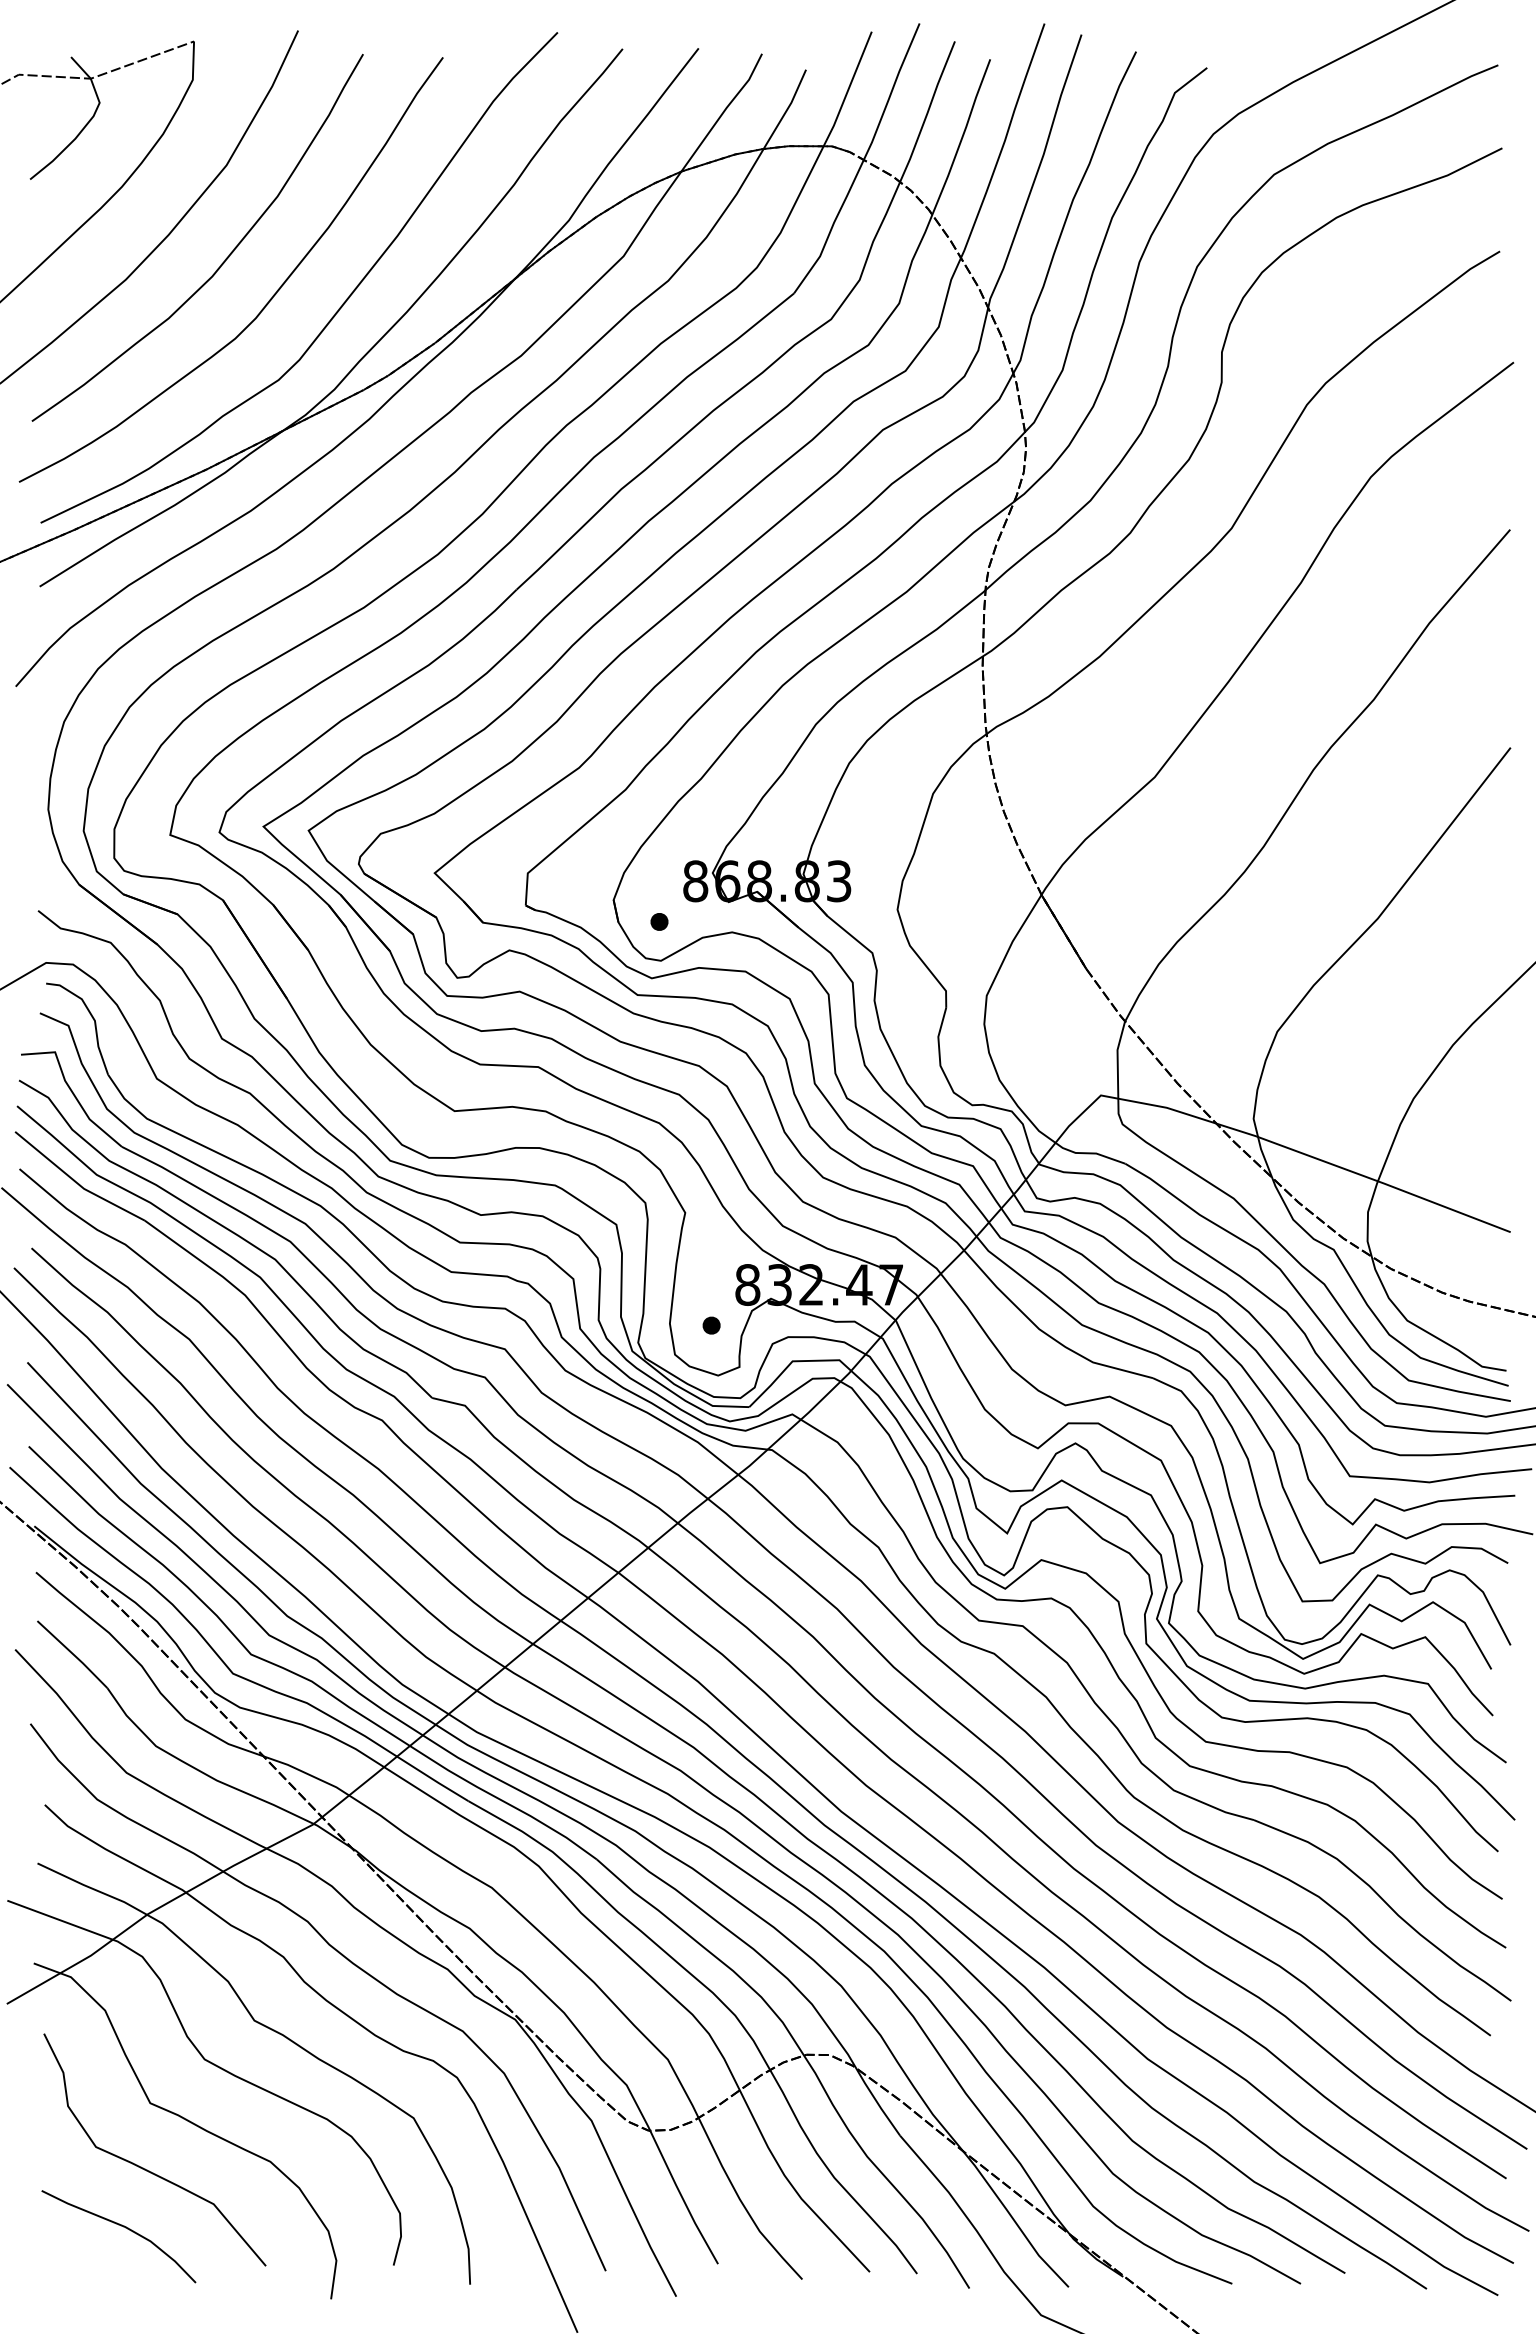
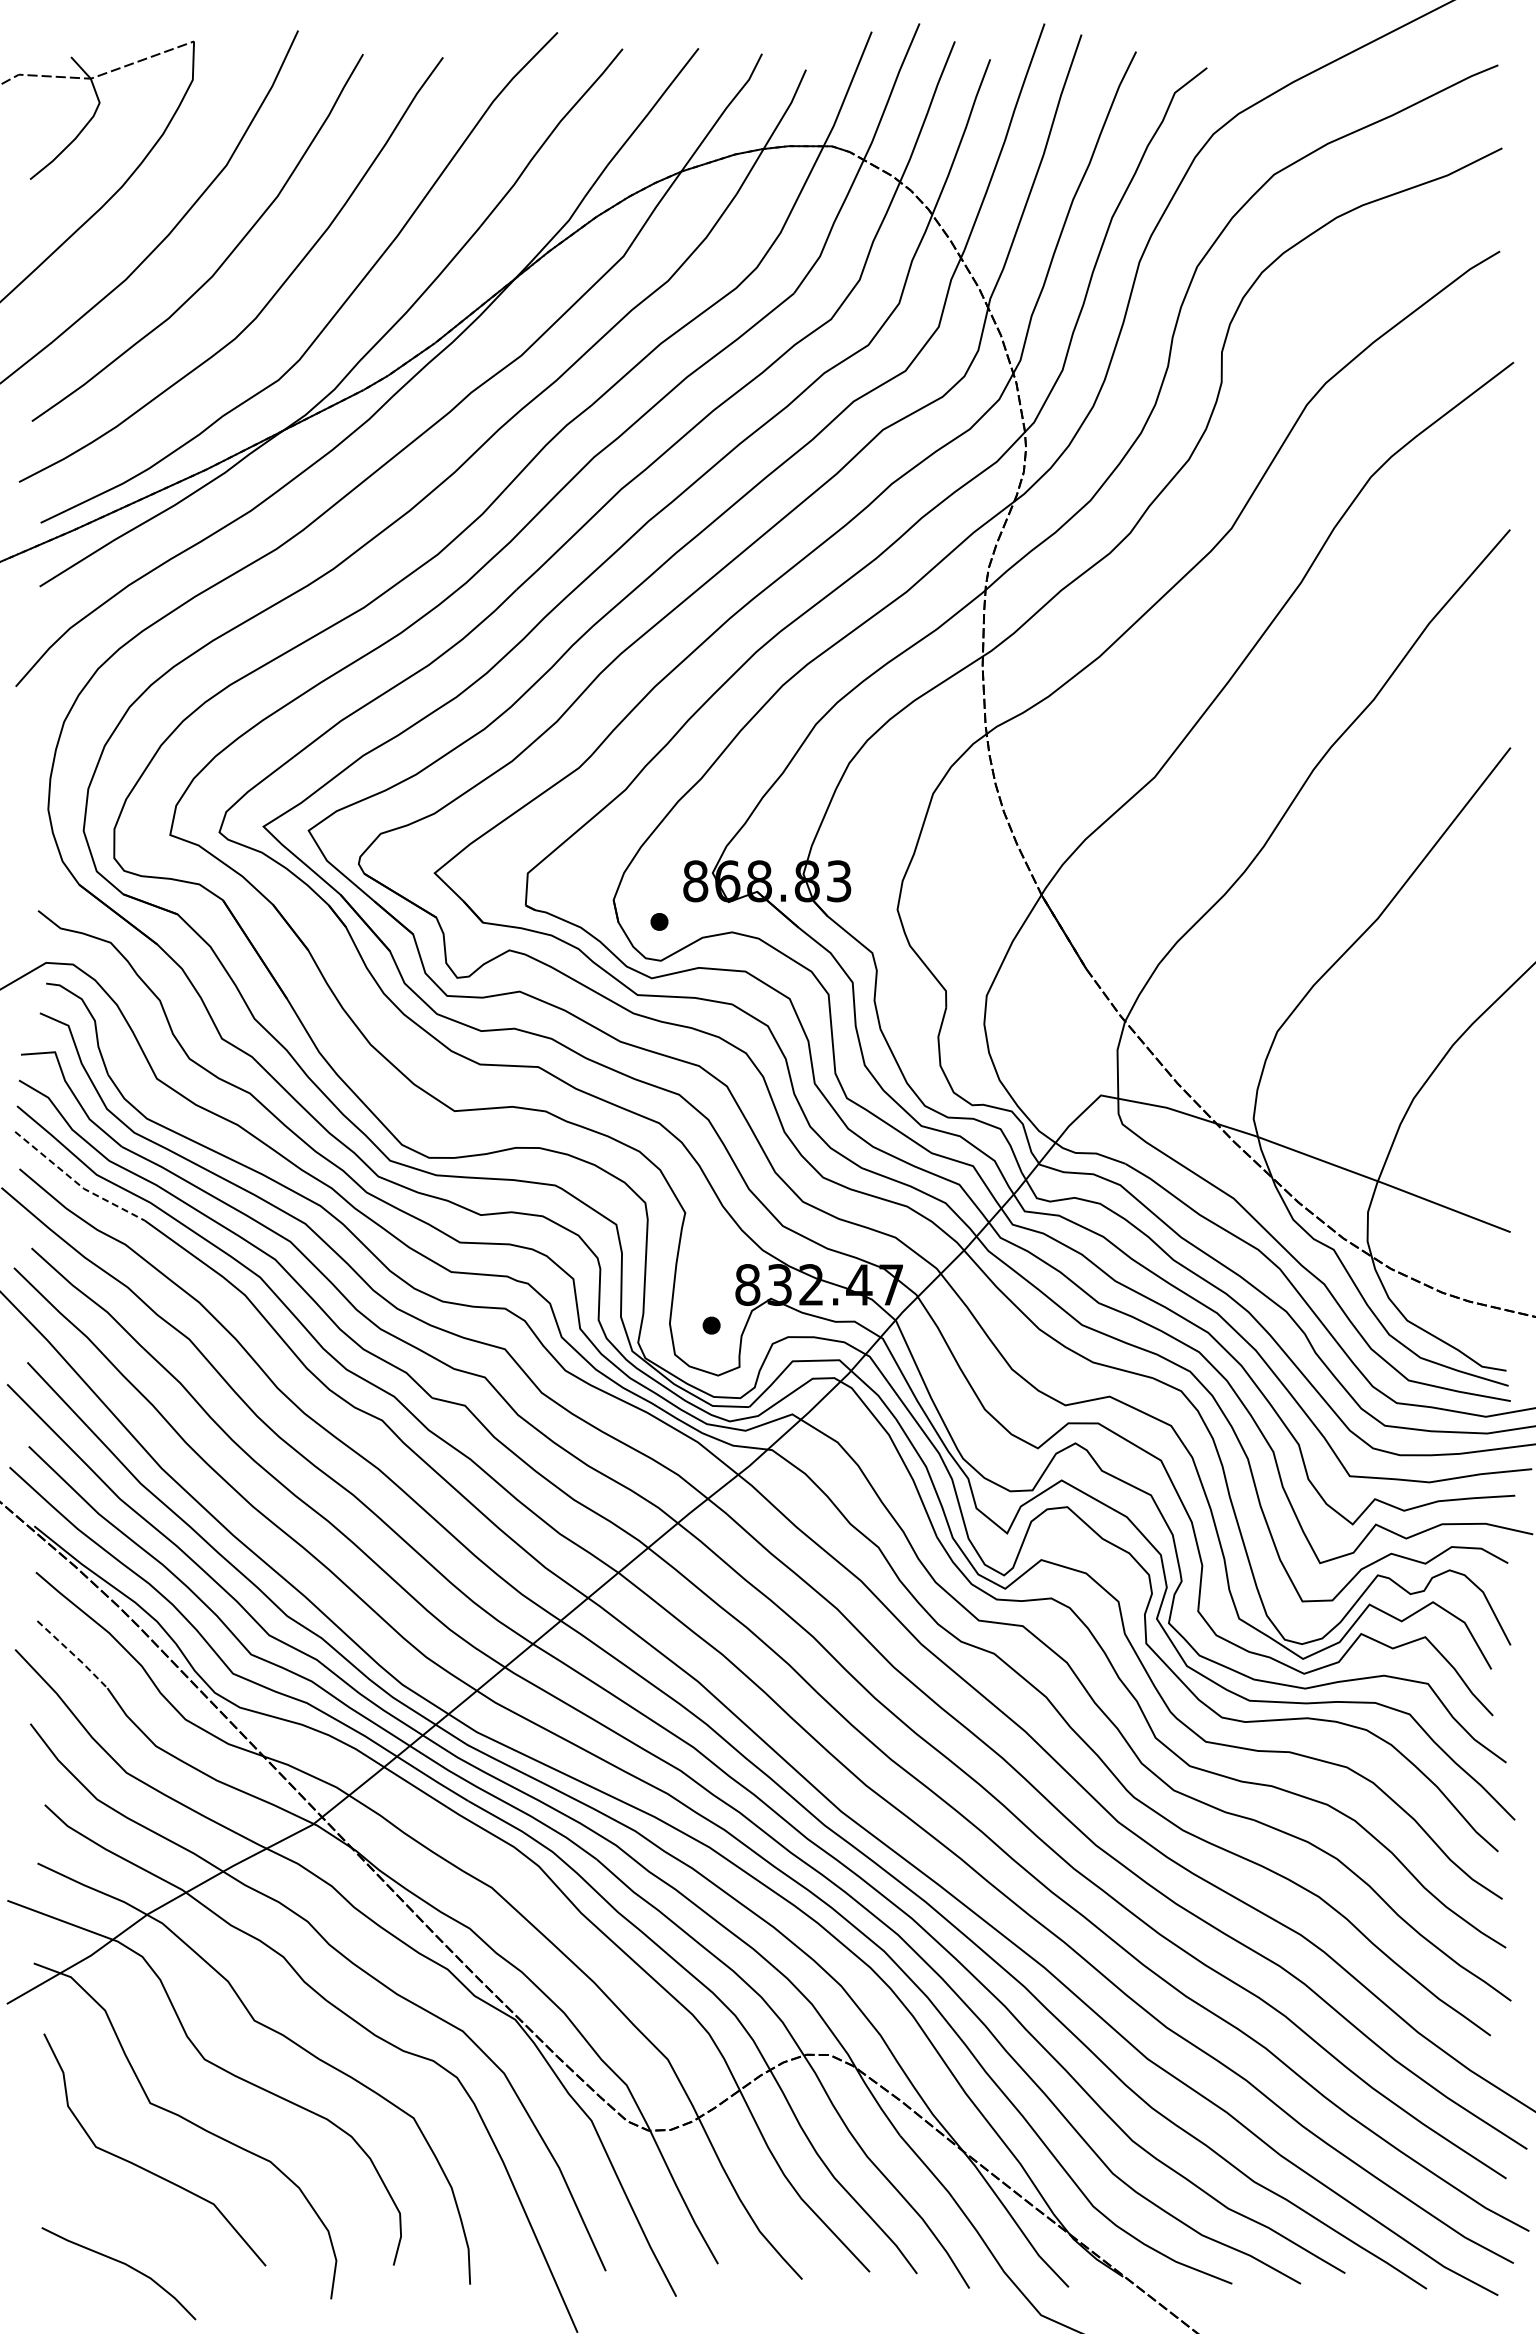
line at (76, 1182): solid -> dashed
line at (73, 1654): solid -> dashed
curve at (123, 2227) position: (123, 2227) -> (123, 2264)
